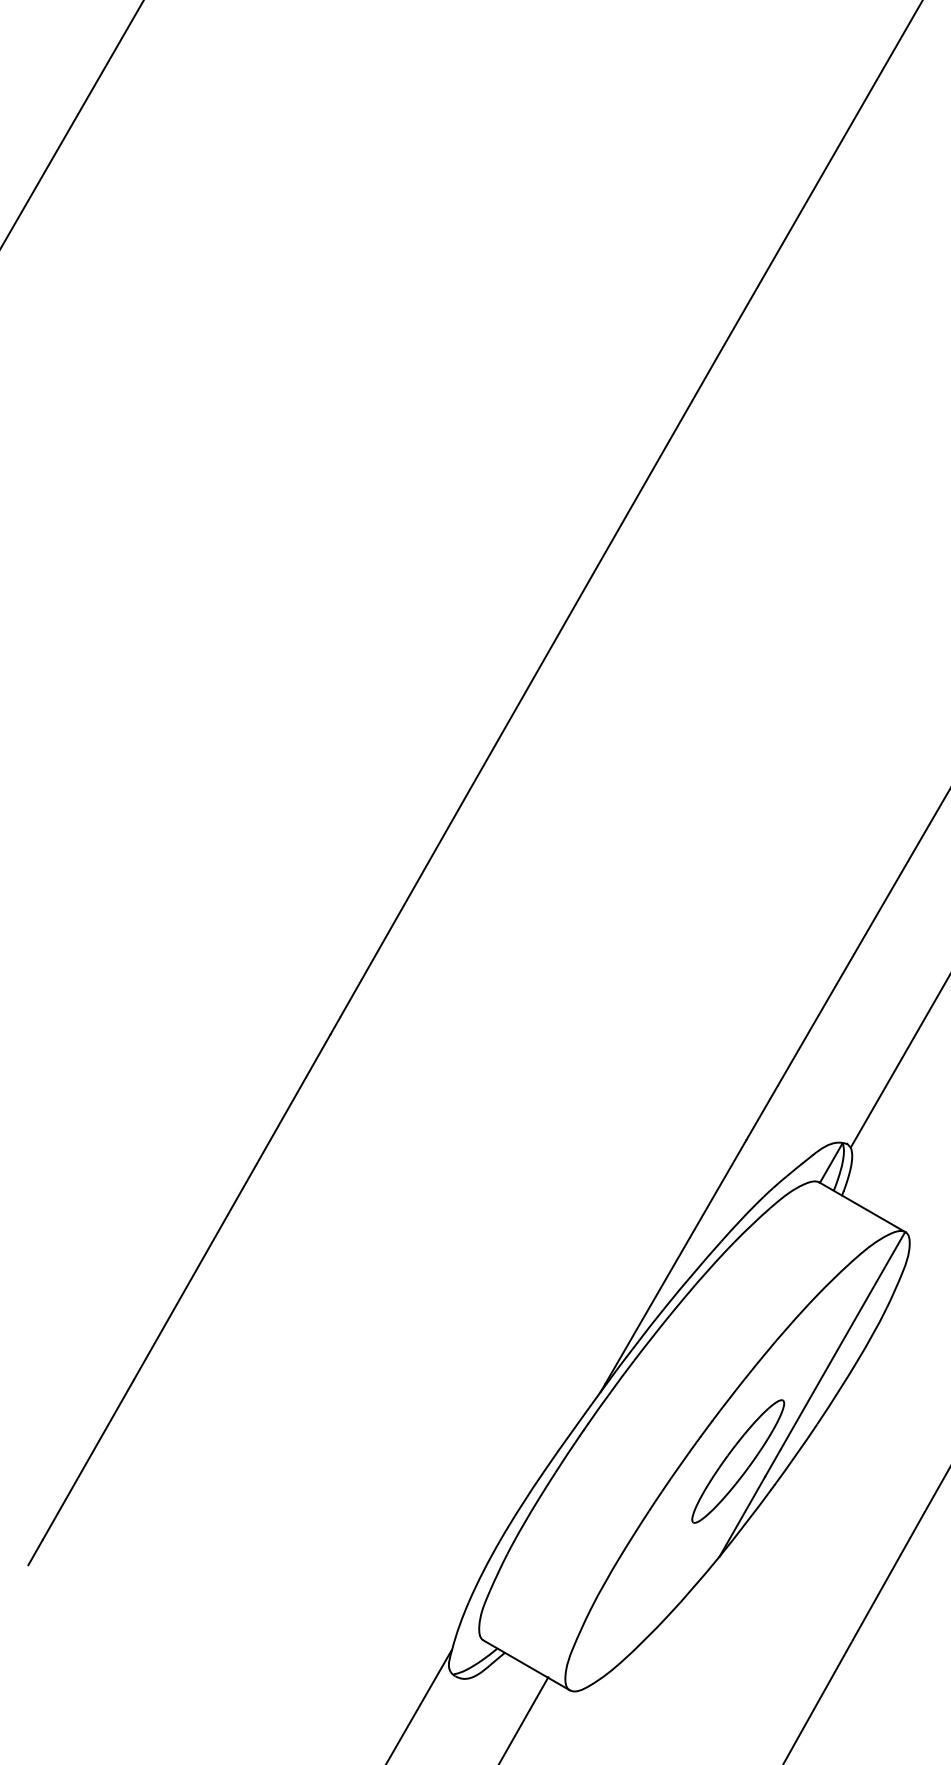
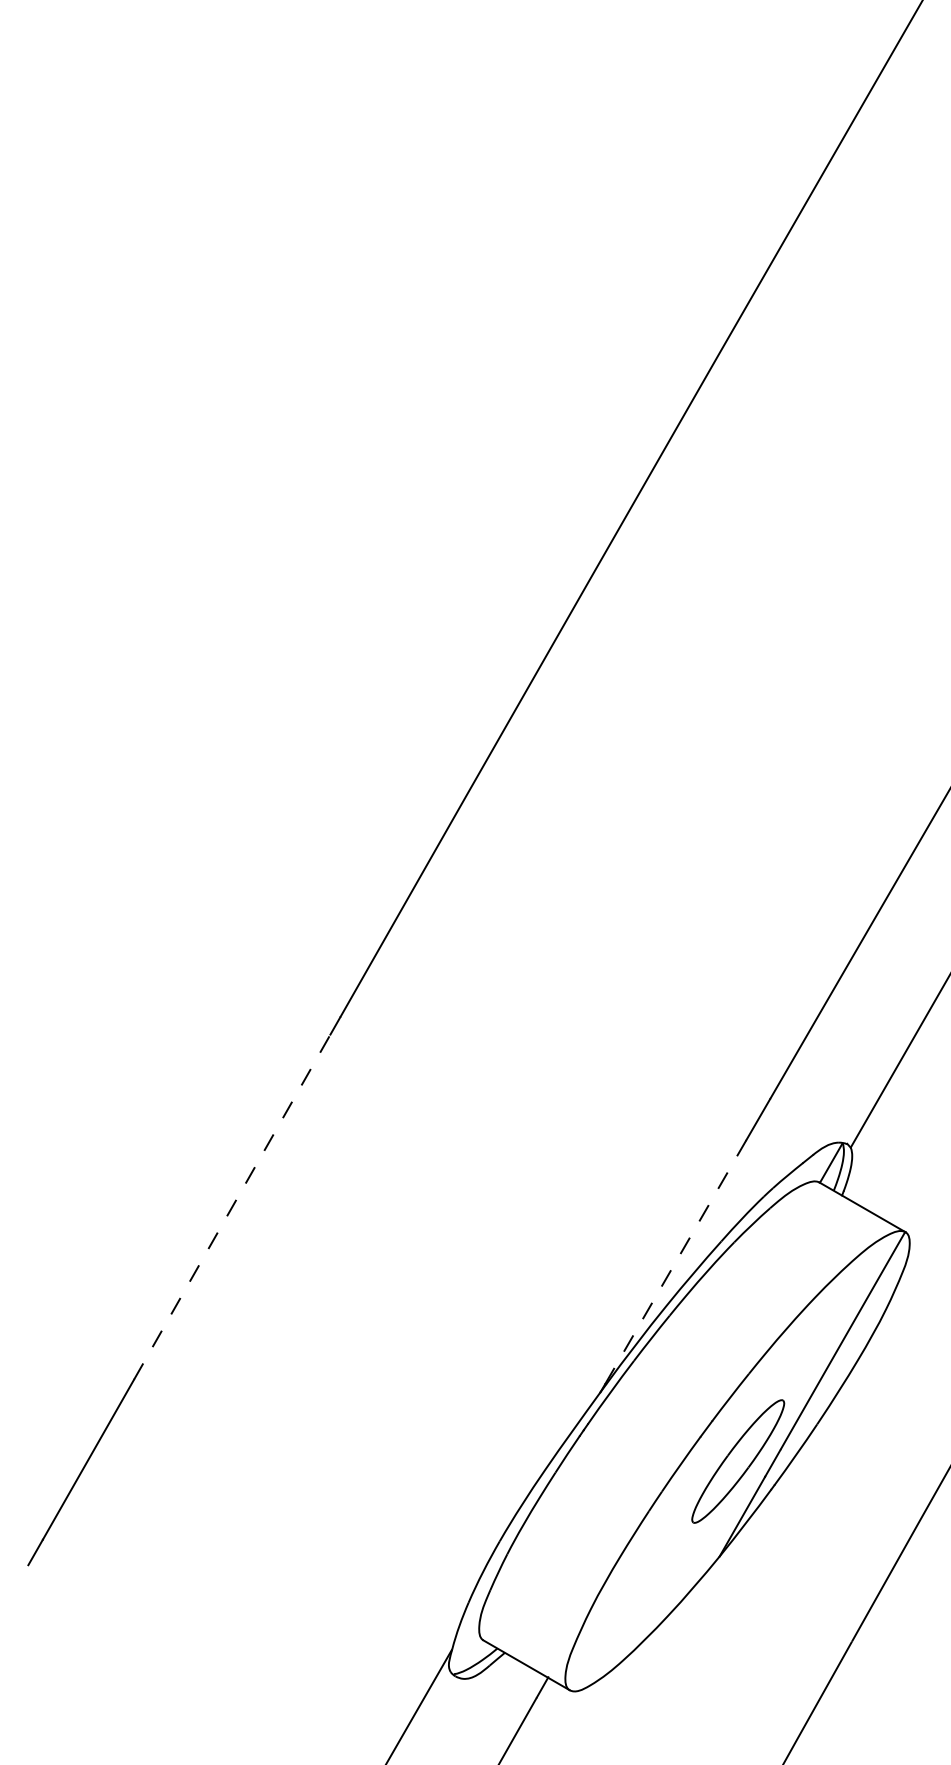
line at (72, 124): present -> none
line at (232, 1207): solid -> dashed
line at (675, 1261): solid -> dashed
